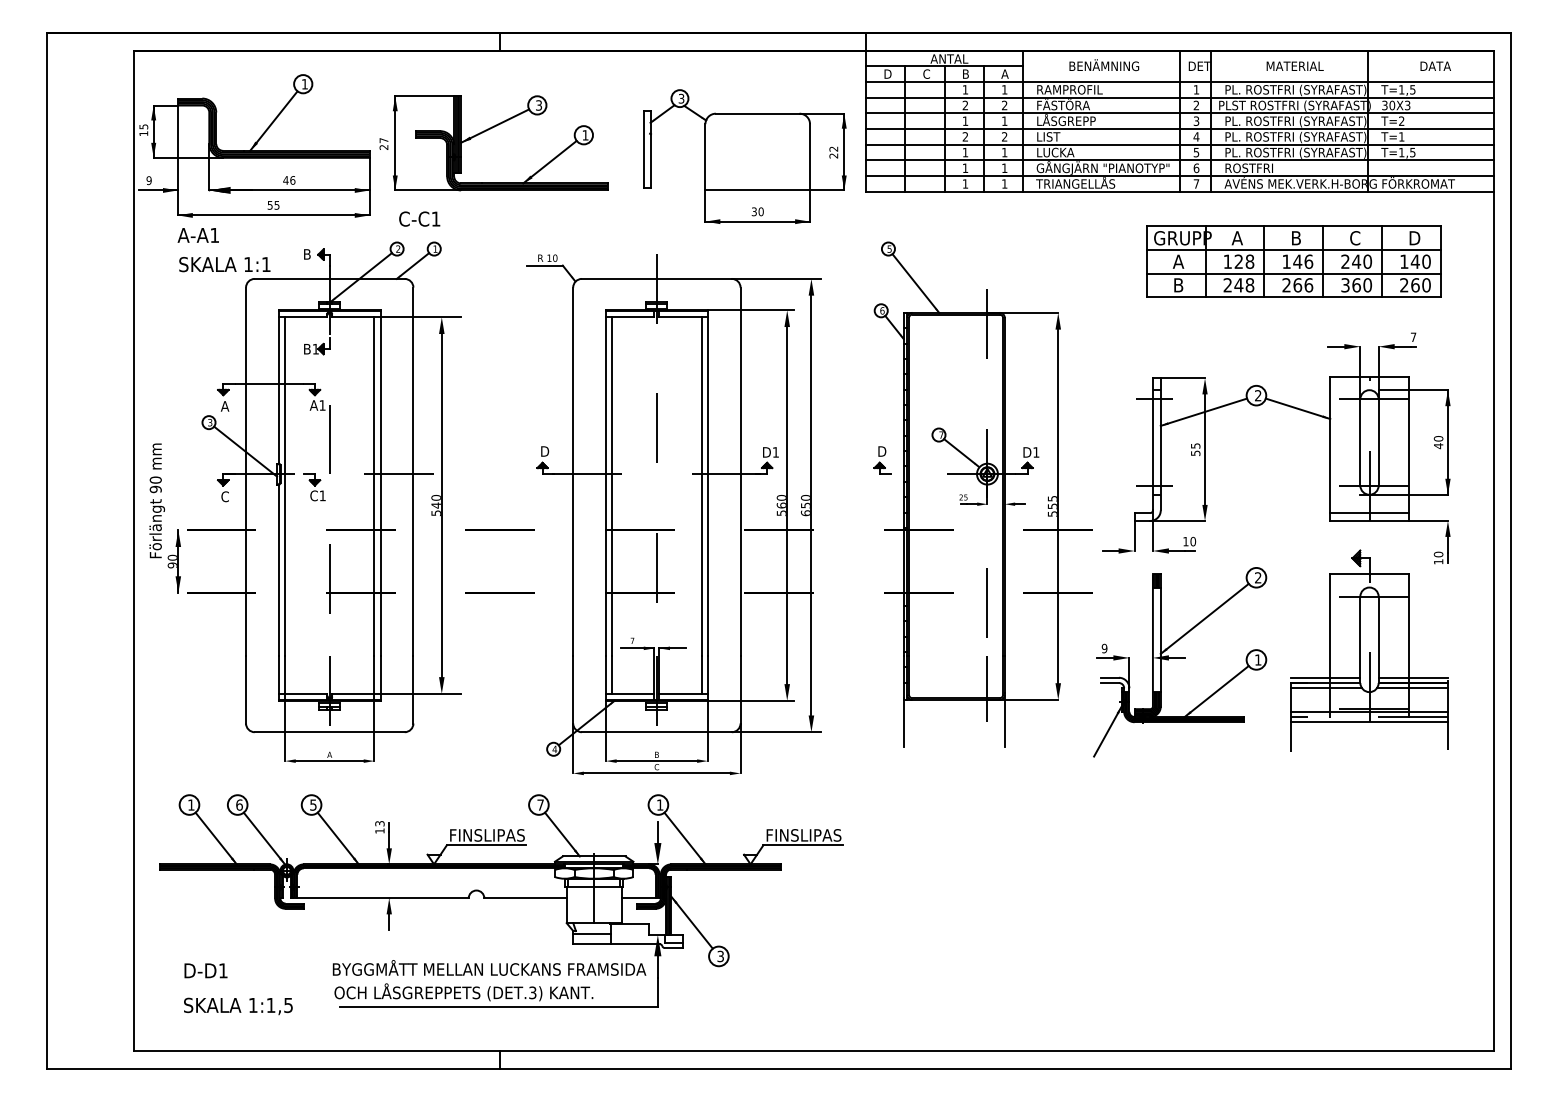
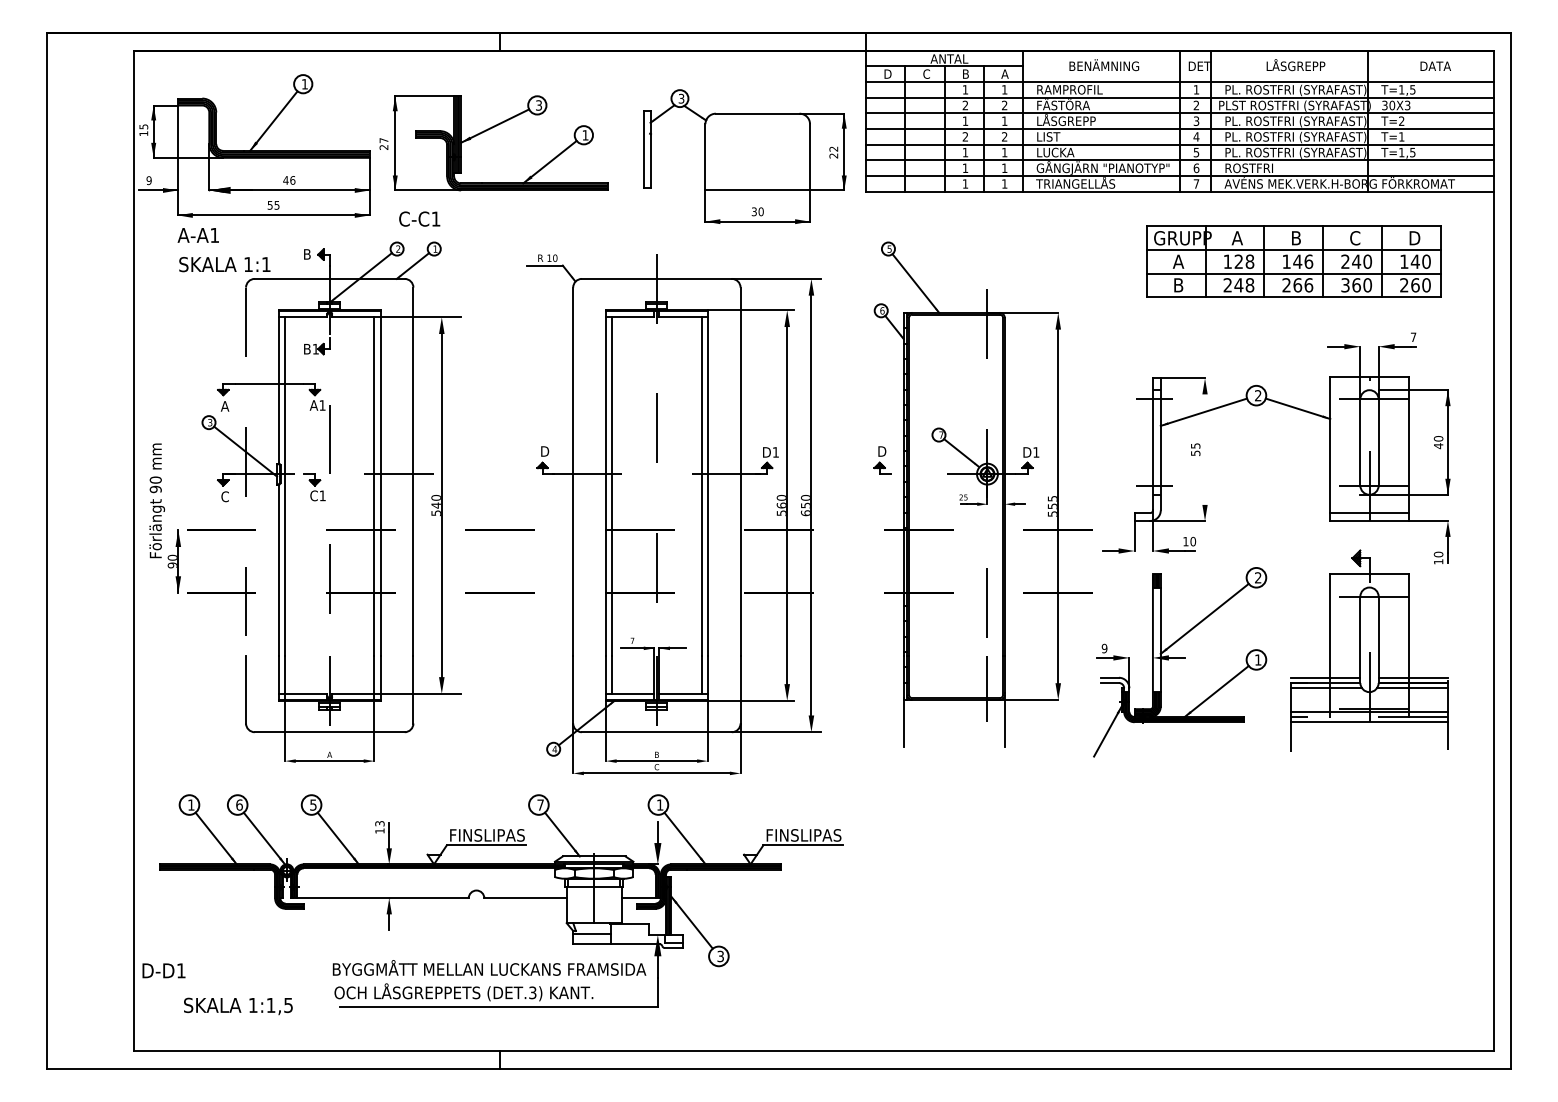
text at (1296, 65): MATERIAL -> LÅSGREPP
line at (1205, 449): present -> none
line at (246, 472): solid -> dashed
text at (205, 970) position: (205, 970) -> (163, 970)
